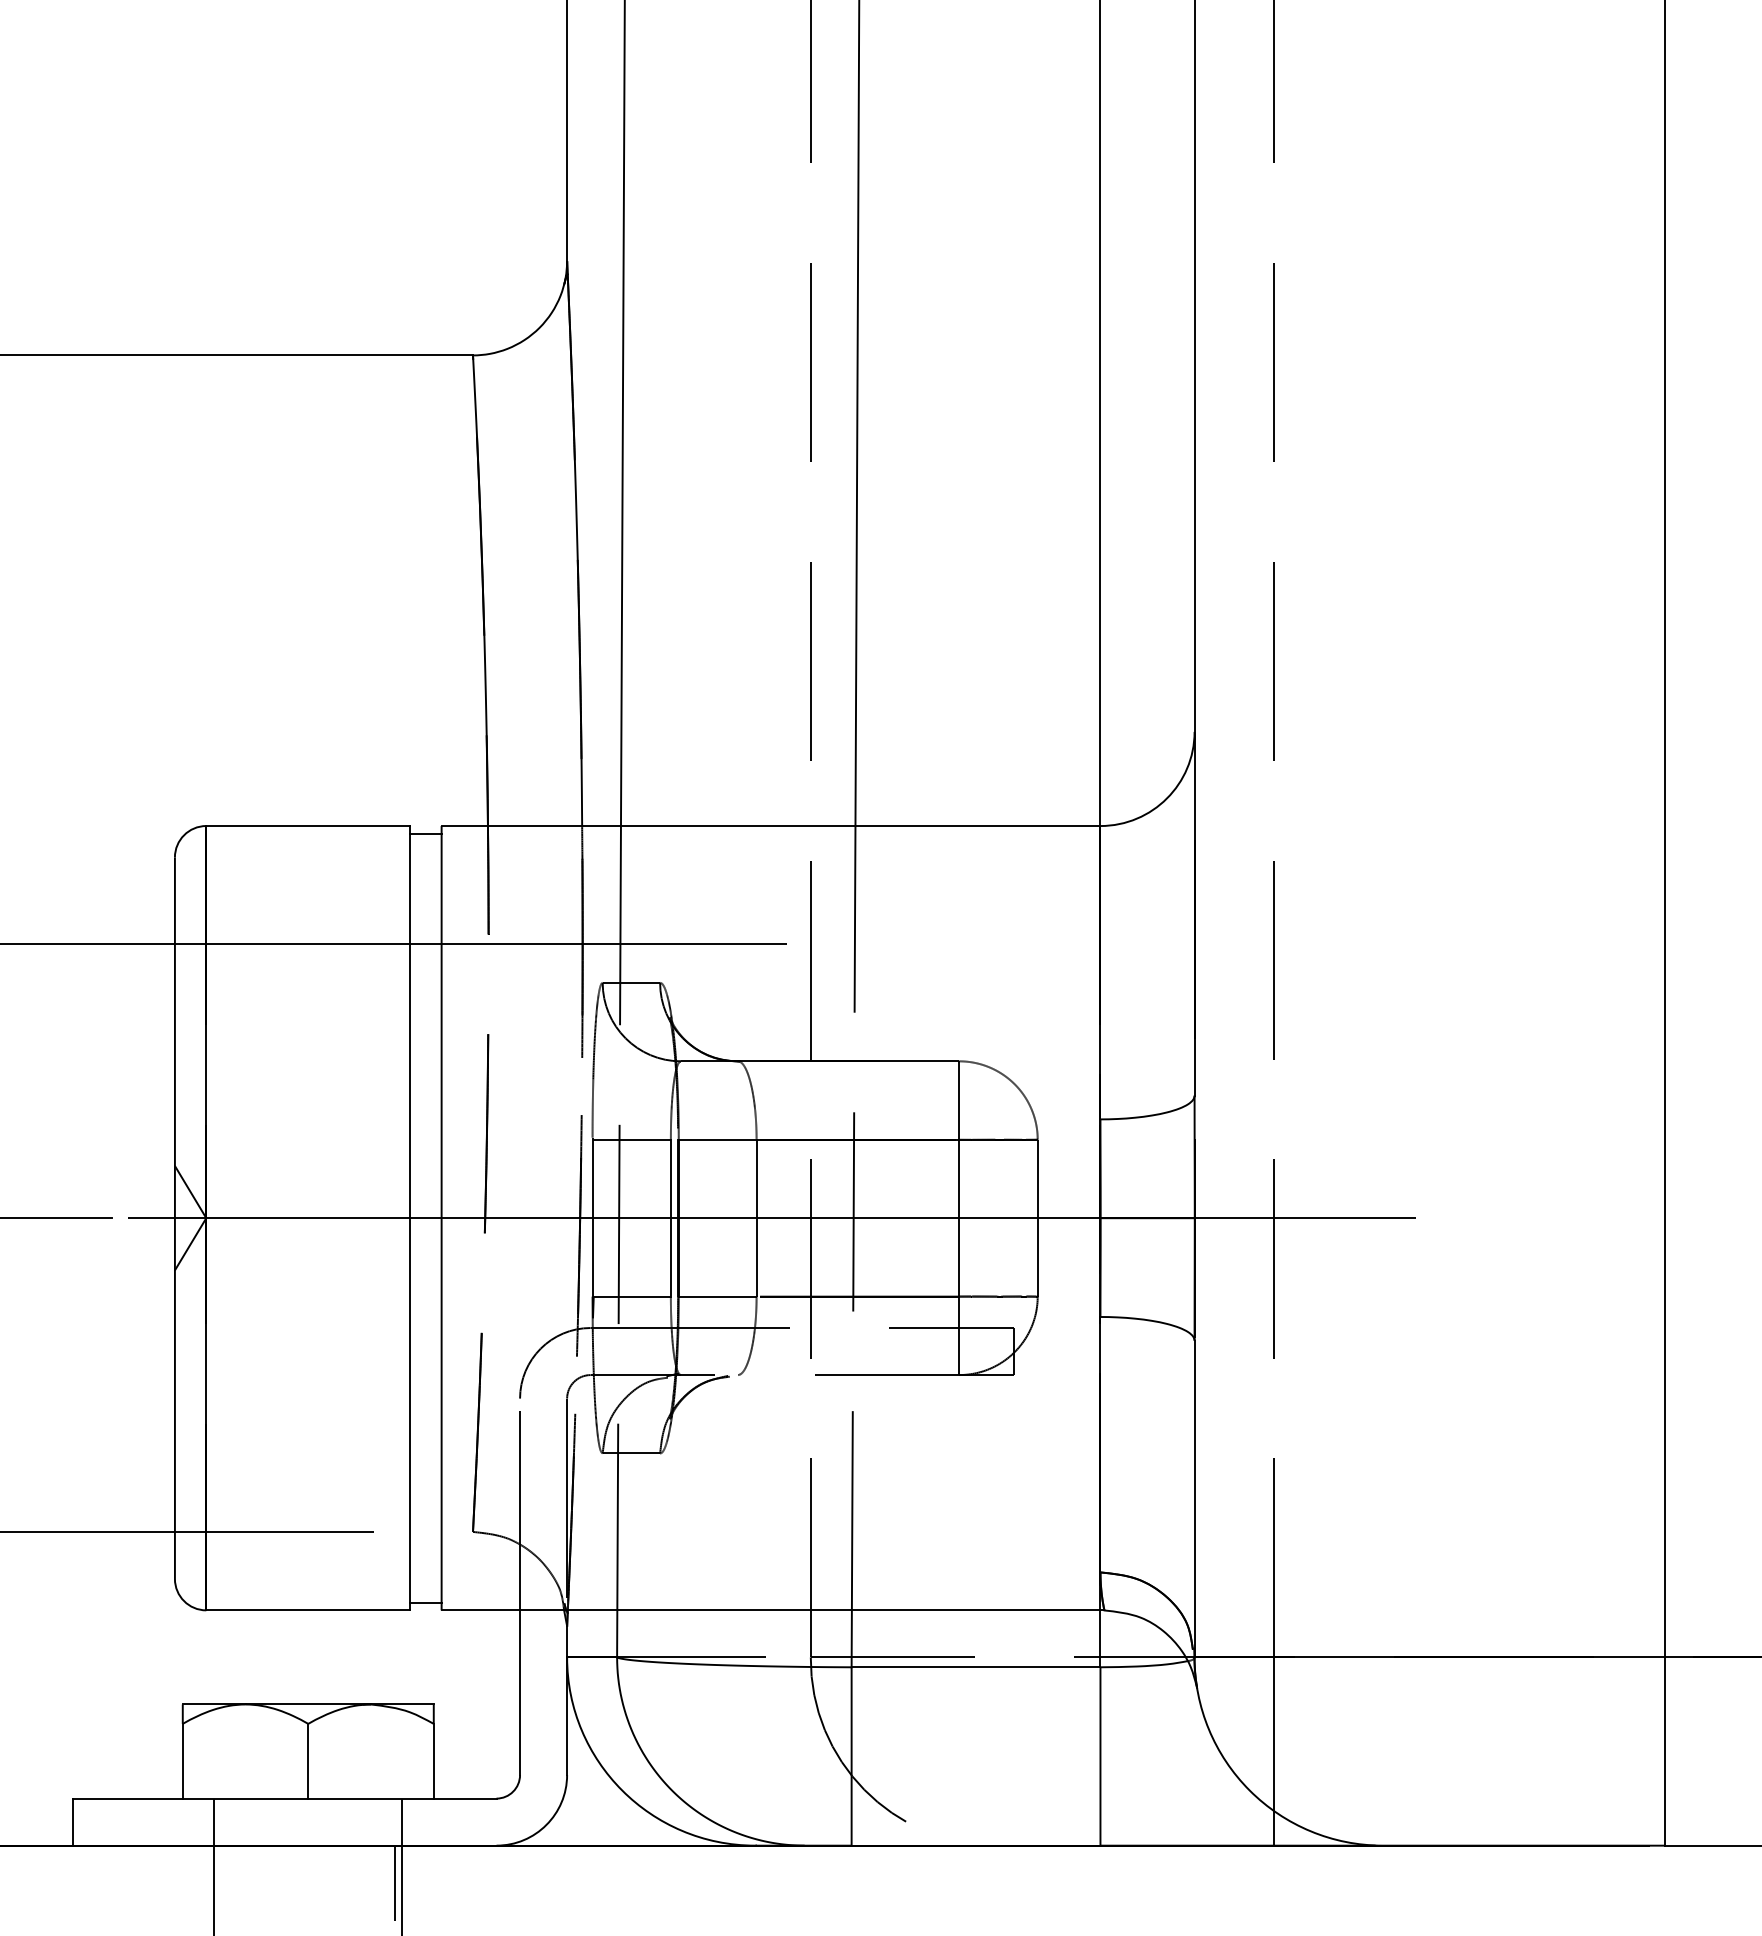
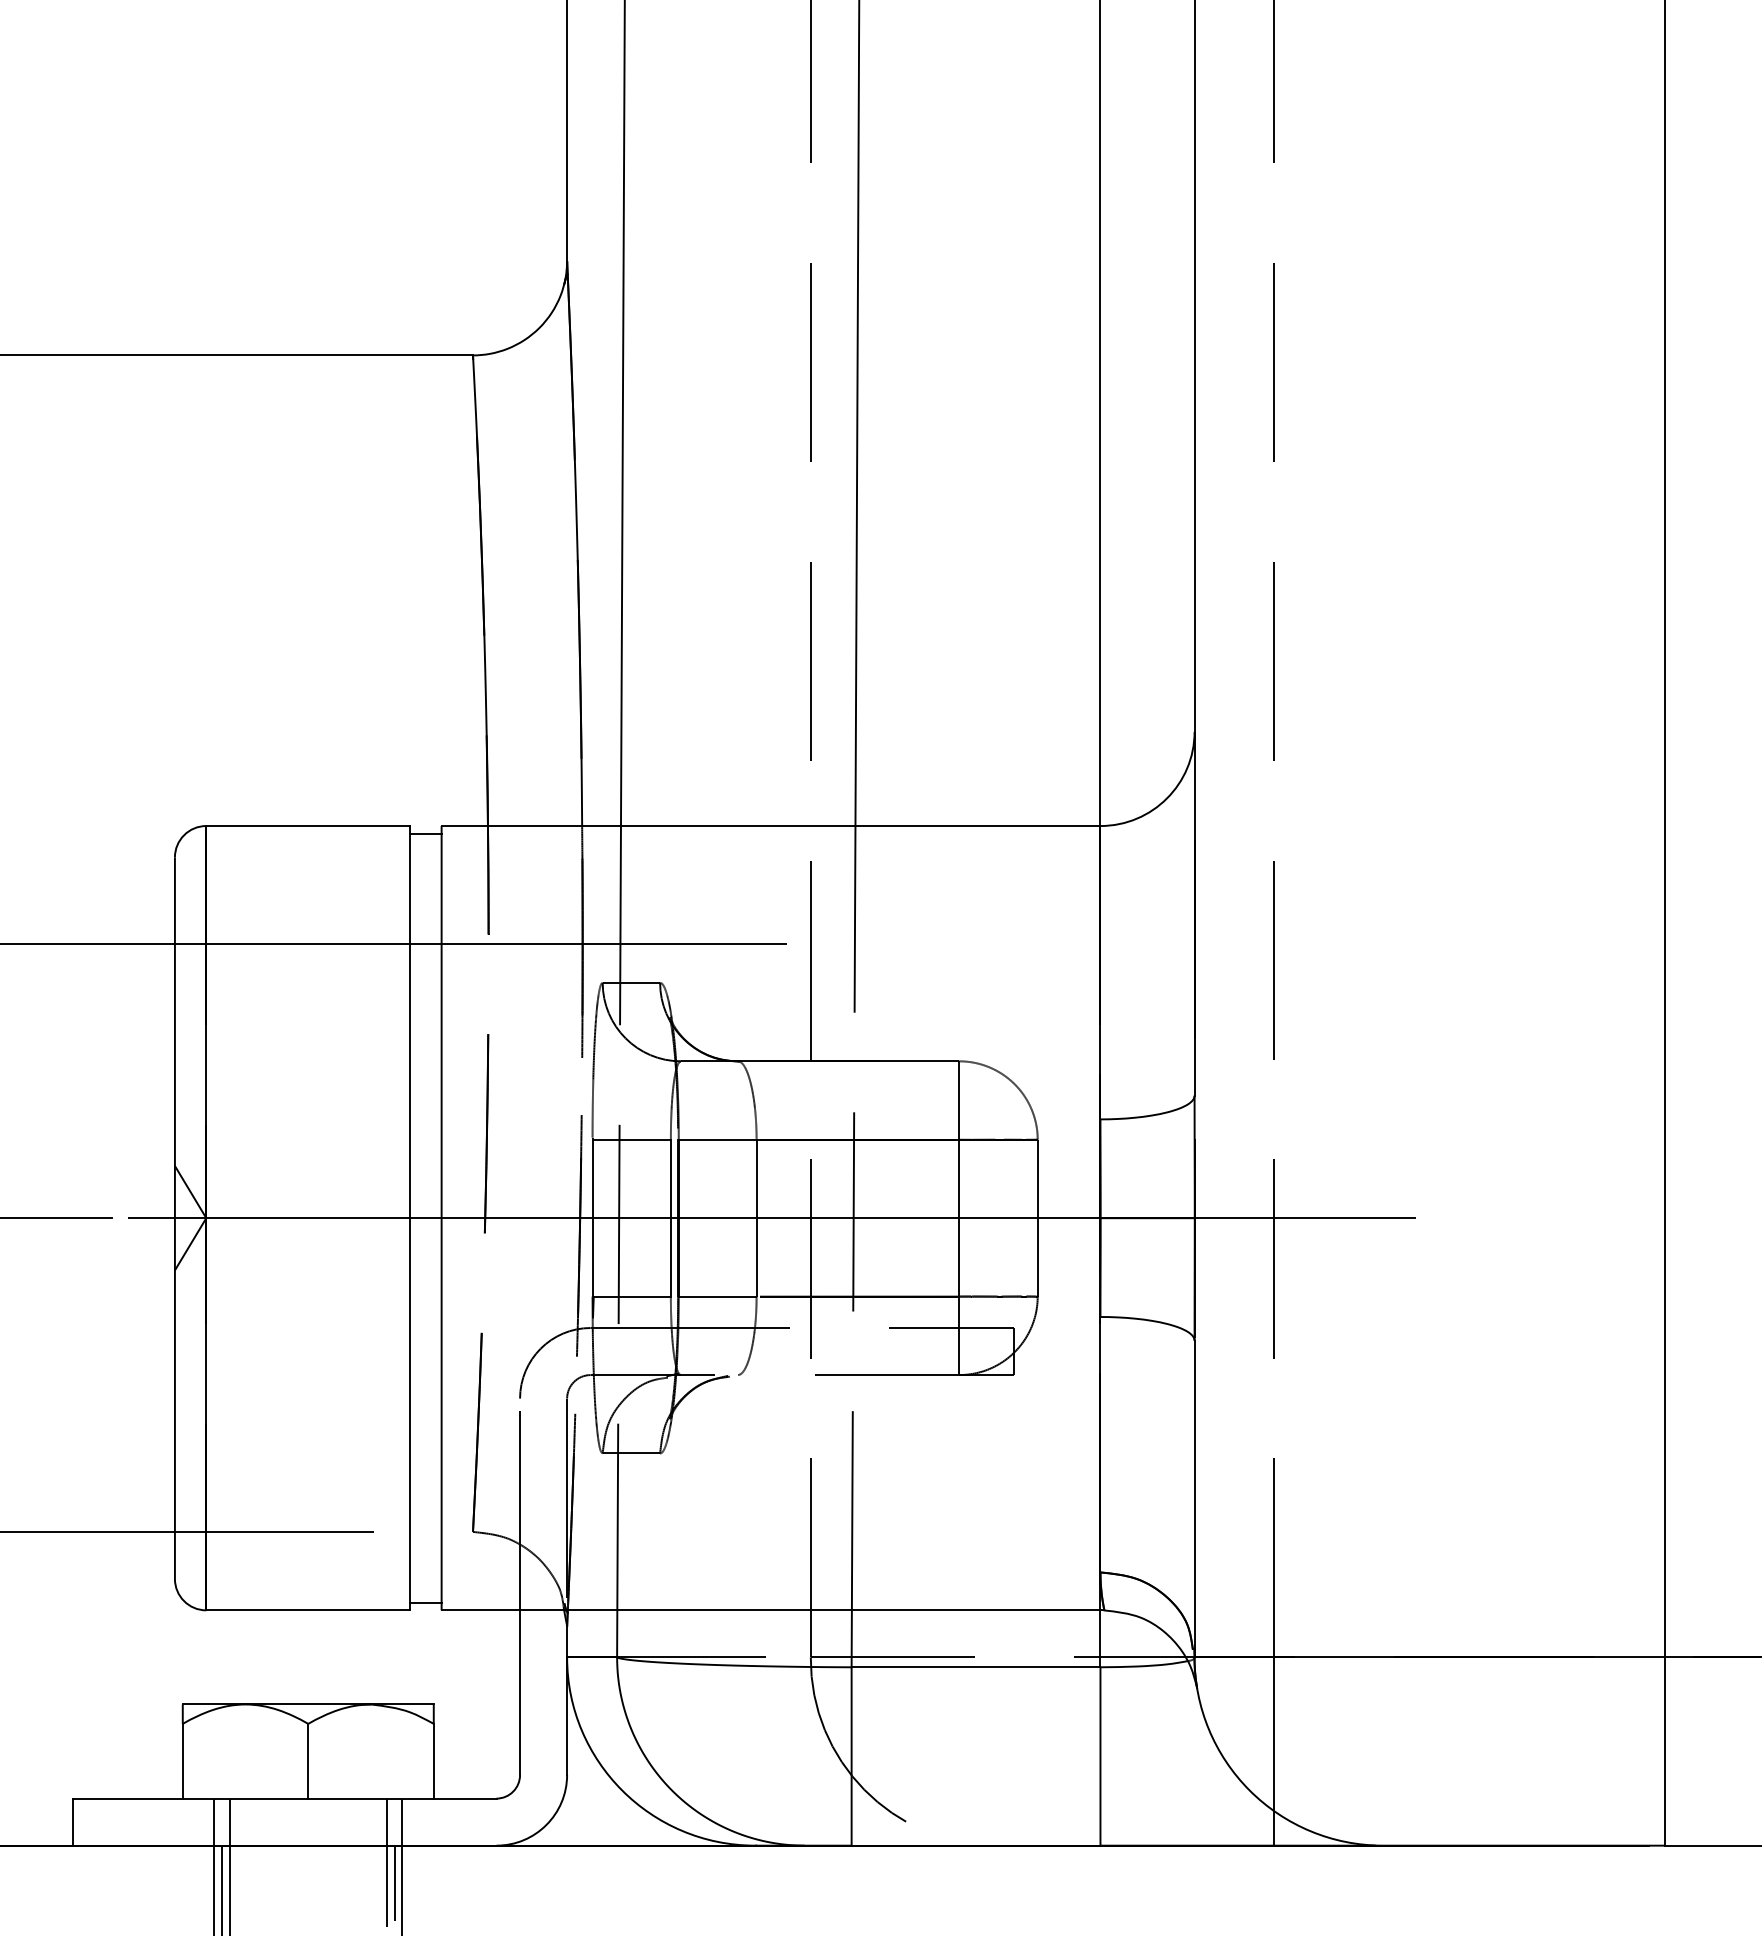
line at (229, 1865): none -> present
line at (386, 1865): none -> present
line at (222, 1888): none -> present
